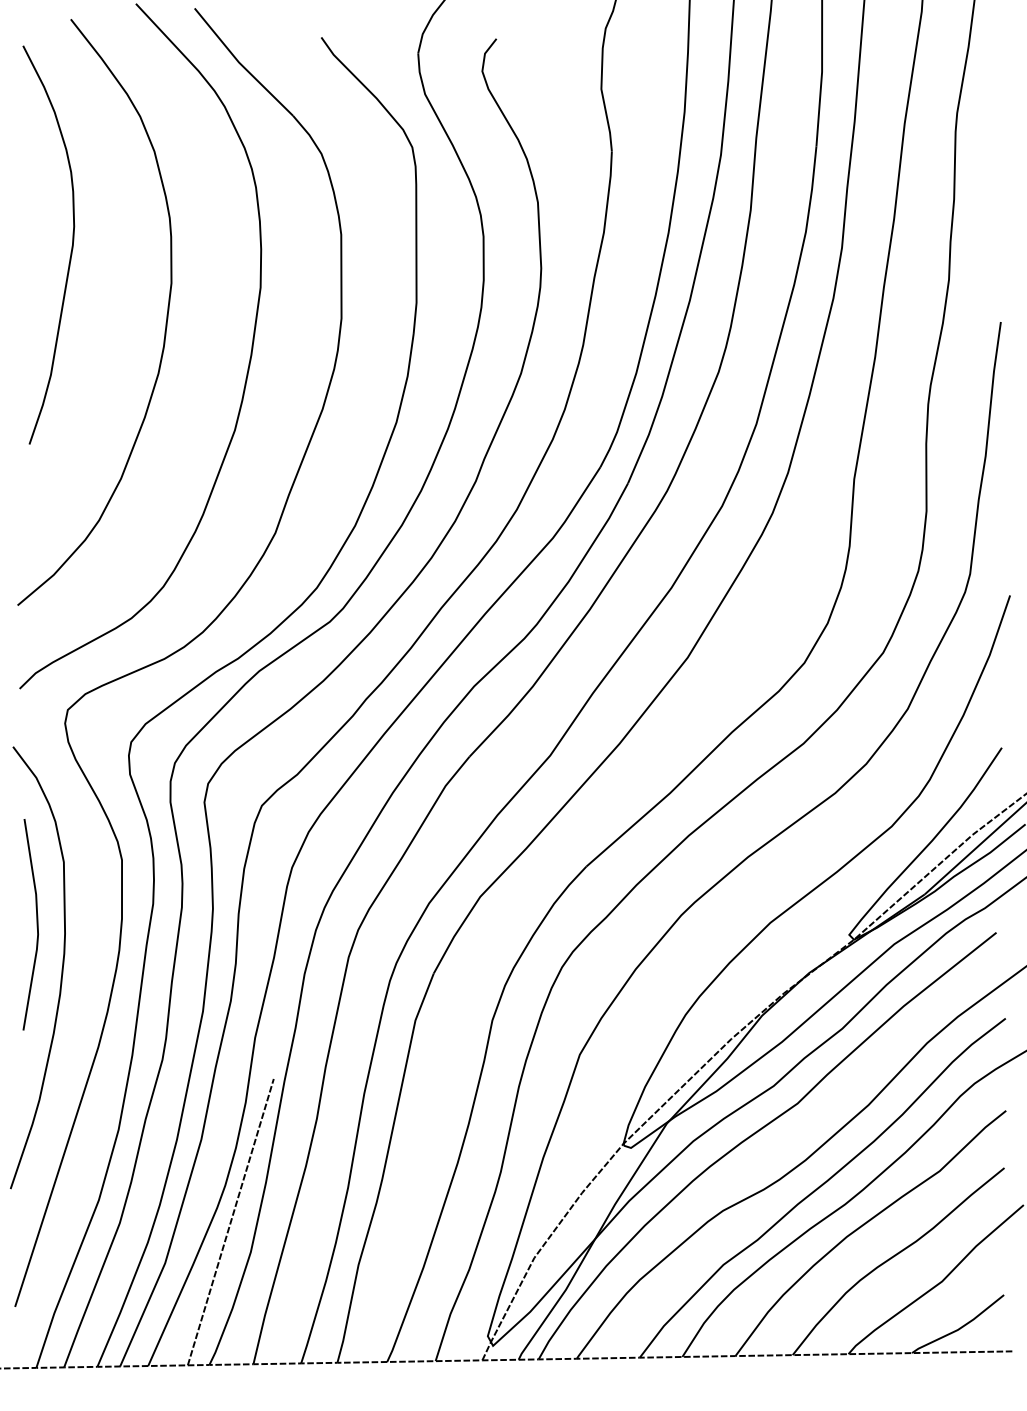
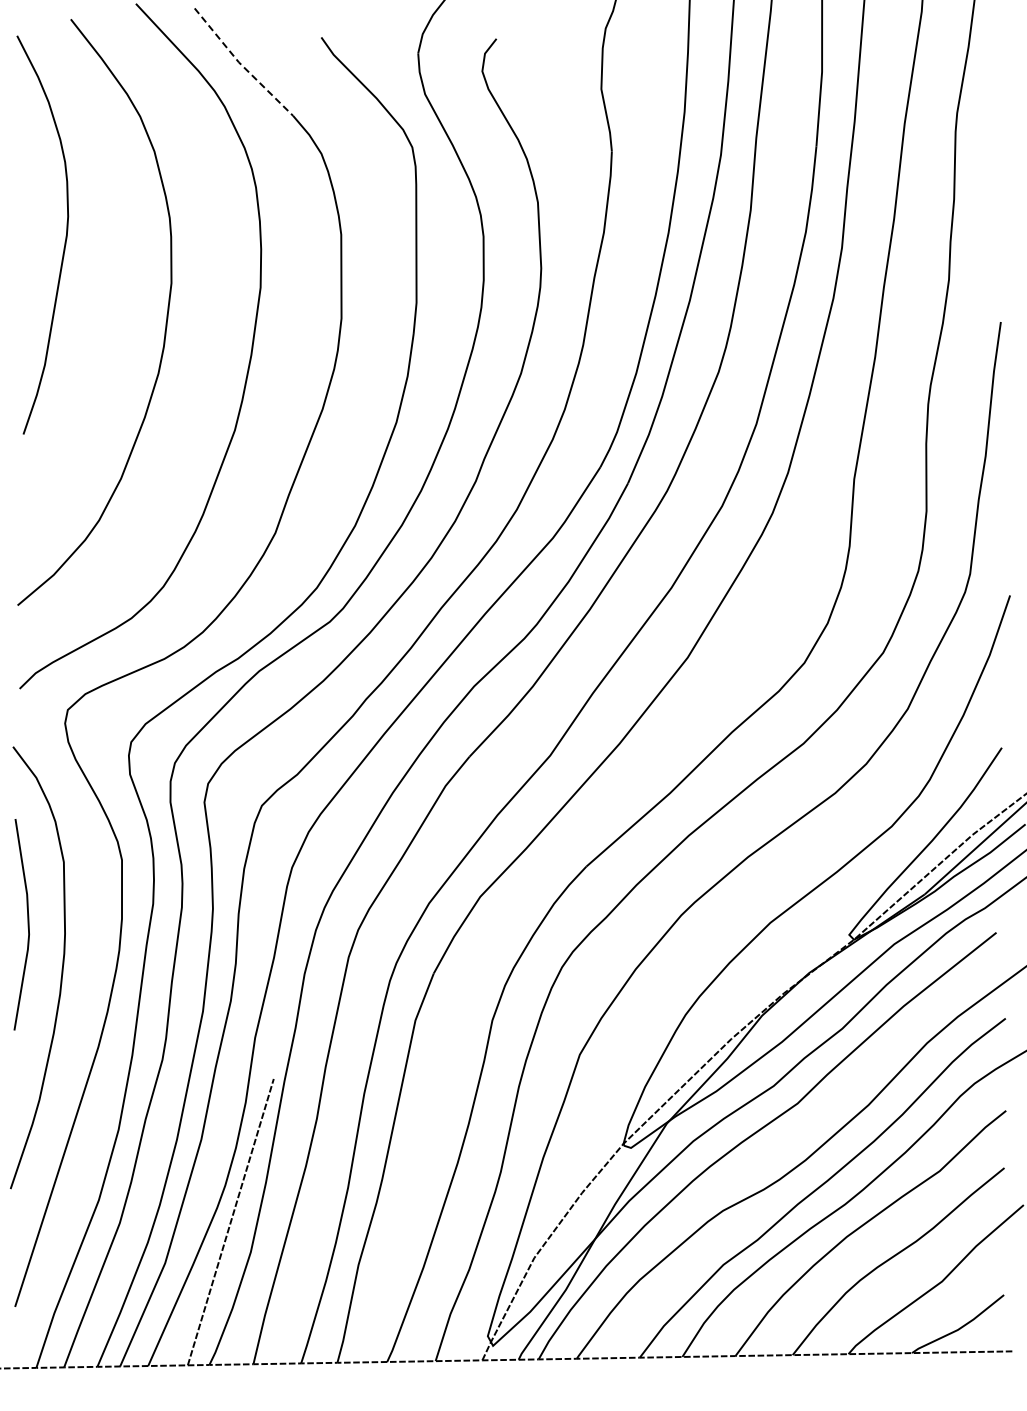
line at (241, 64): solid -> dashed
curve at (71, 246) position: (71, 246) -> (65, 236)
line at (36, 924) position: (36, 924) -> (27, 924)
